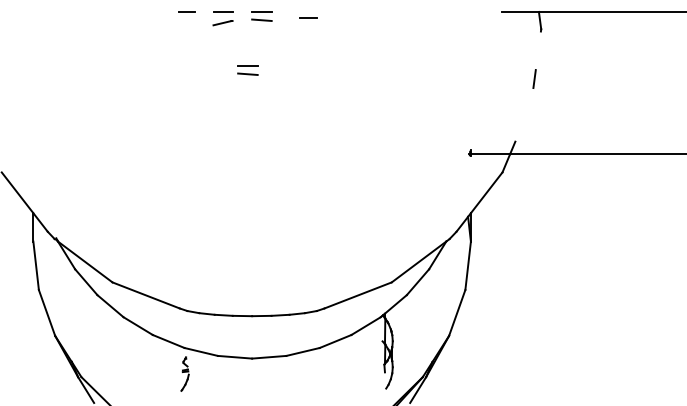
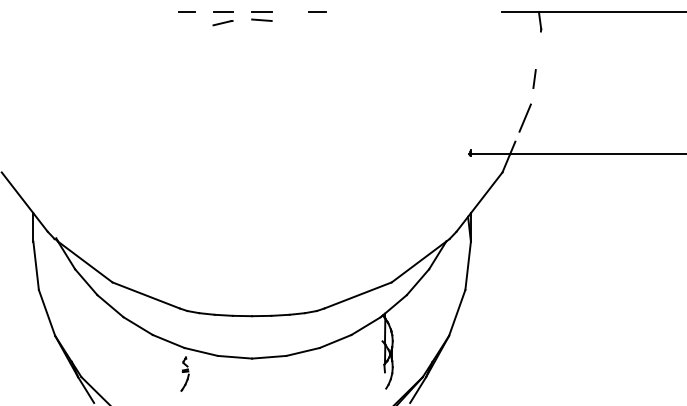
line at (308, 17) position: (308, 17) -> (317, 11)
part at (247, 70): present -> none
line at (524, 117): none -> present
